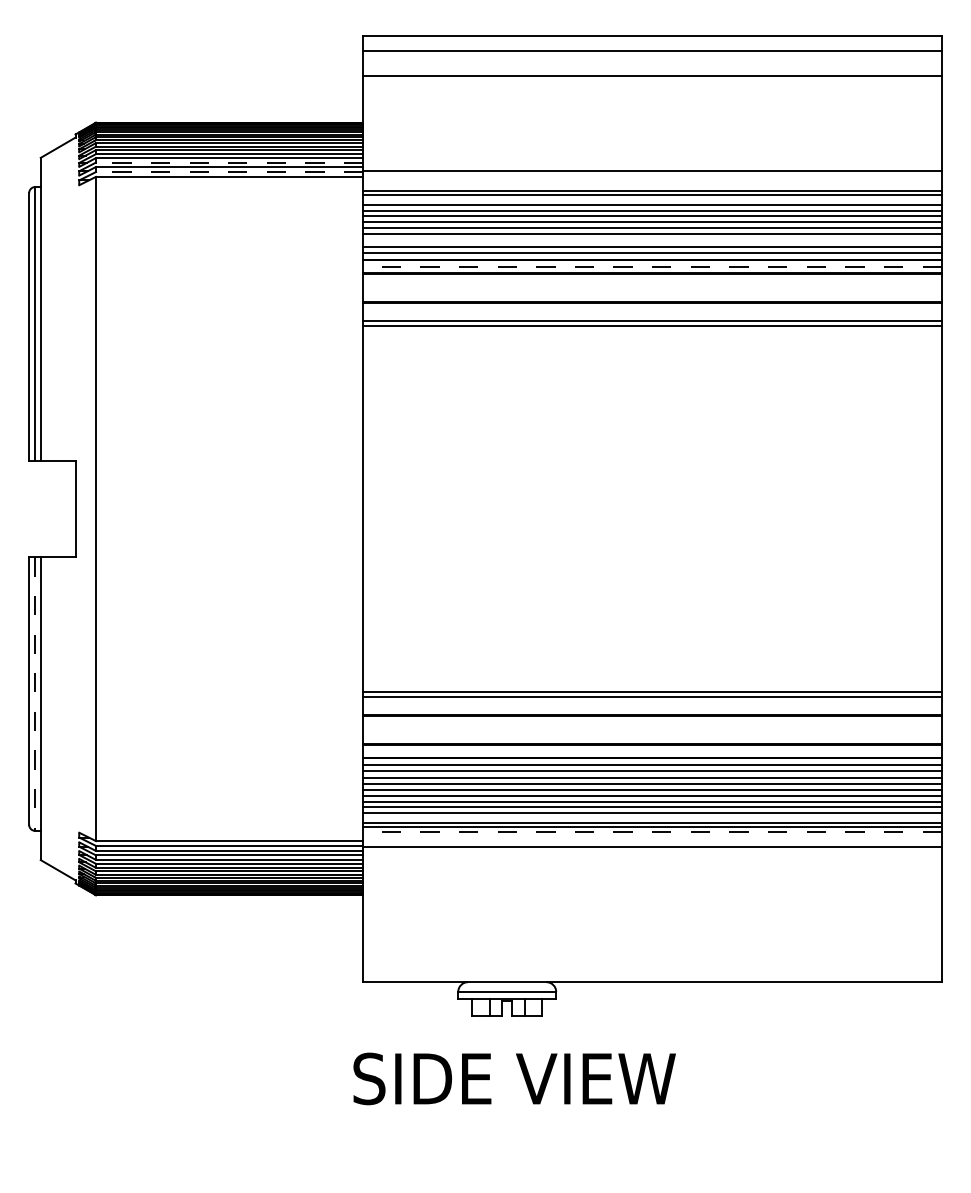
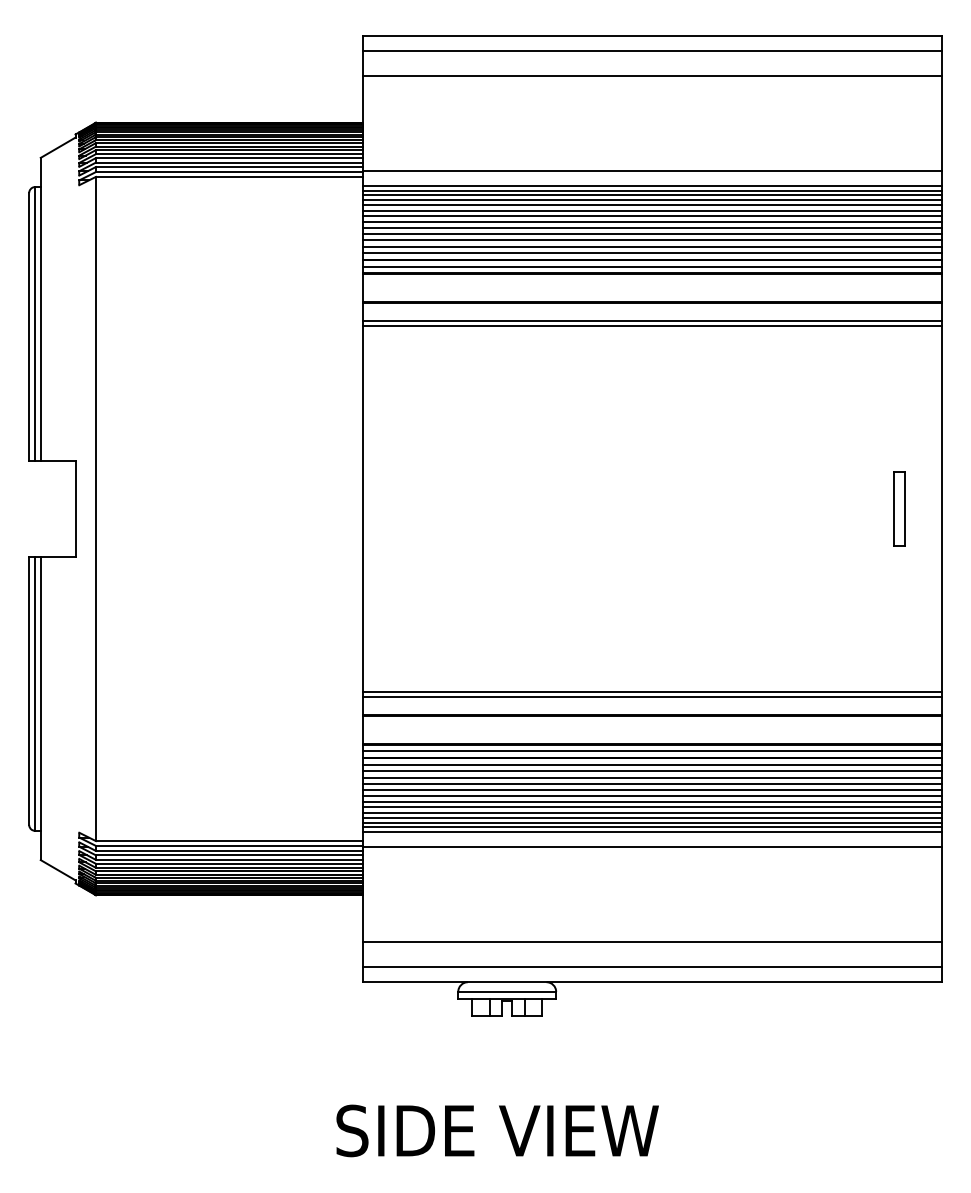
line at (229, 162): dashed -> solid
line at (229, 172): dashed -> solid
line at (652, 186): none -> present
line at (652, 200): none -> present
line at (652, 240): none -> present
line at (652, 267): dashed -> solid
part at (899, 508): none -> present
line at (34, 694): dashed -> solid
line at (652, 750): none -> present
line at (652, 817): none -> present
line at (652, 831): dashed -> solid
line at (652, 941): none -> present
line at (652, 966): none -> present
text at (514, 1078) position: (514, 1078) -> (497, 1130)
